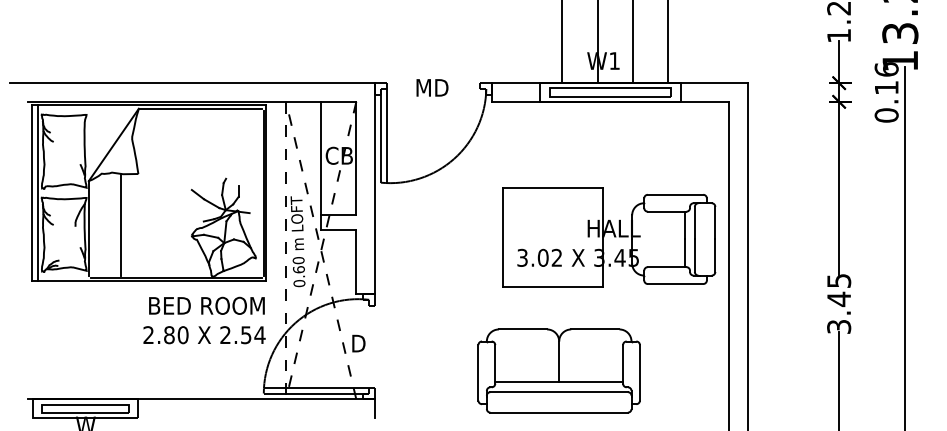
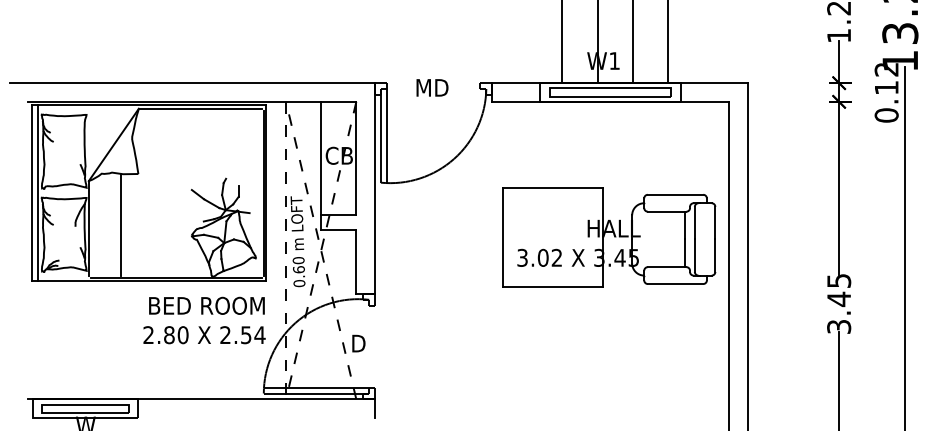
text at (886, 69): 0.16 -> 0.12
part at (558, 370): present -> none
